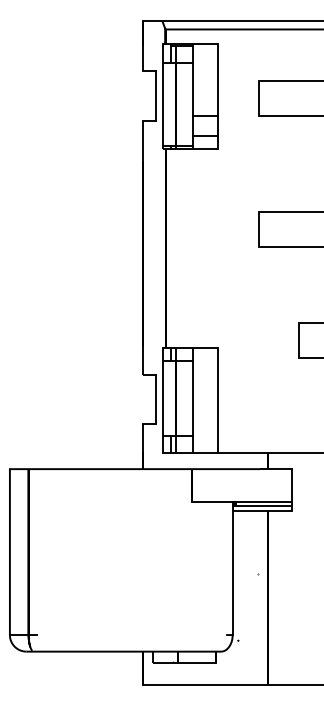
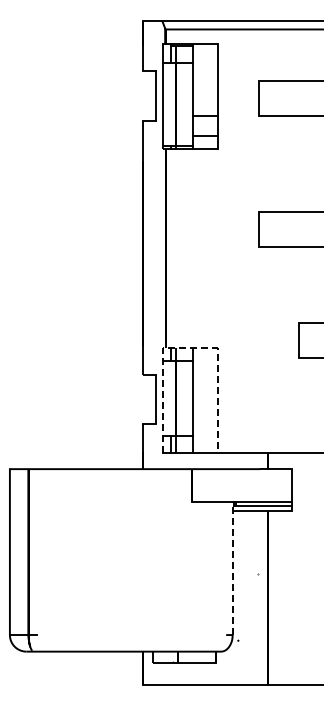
line at (190, 348): solid -> dashed
line at (232, 568): solid -> dashed
